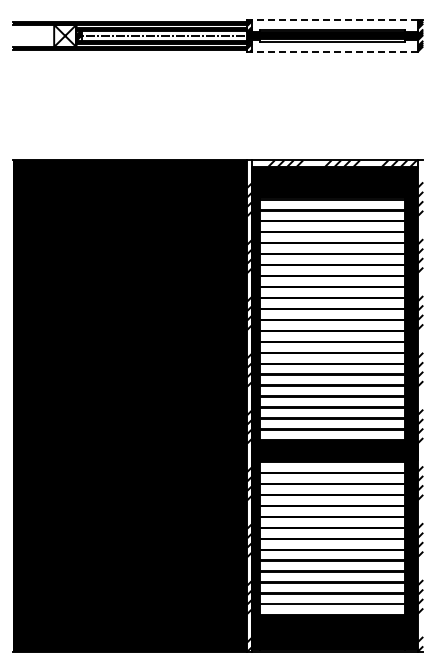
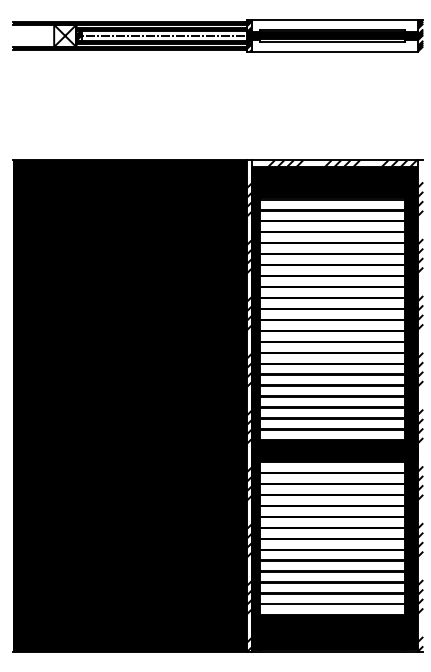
line at (335, 20): dashed -> solid
line at (335, 51): dashed -> solid
